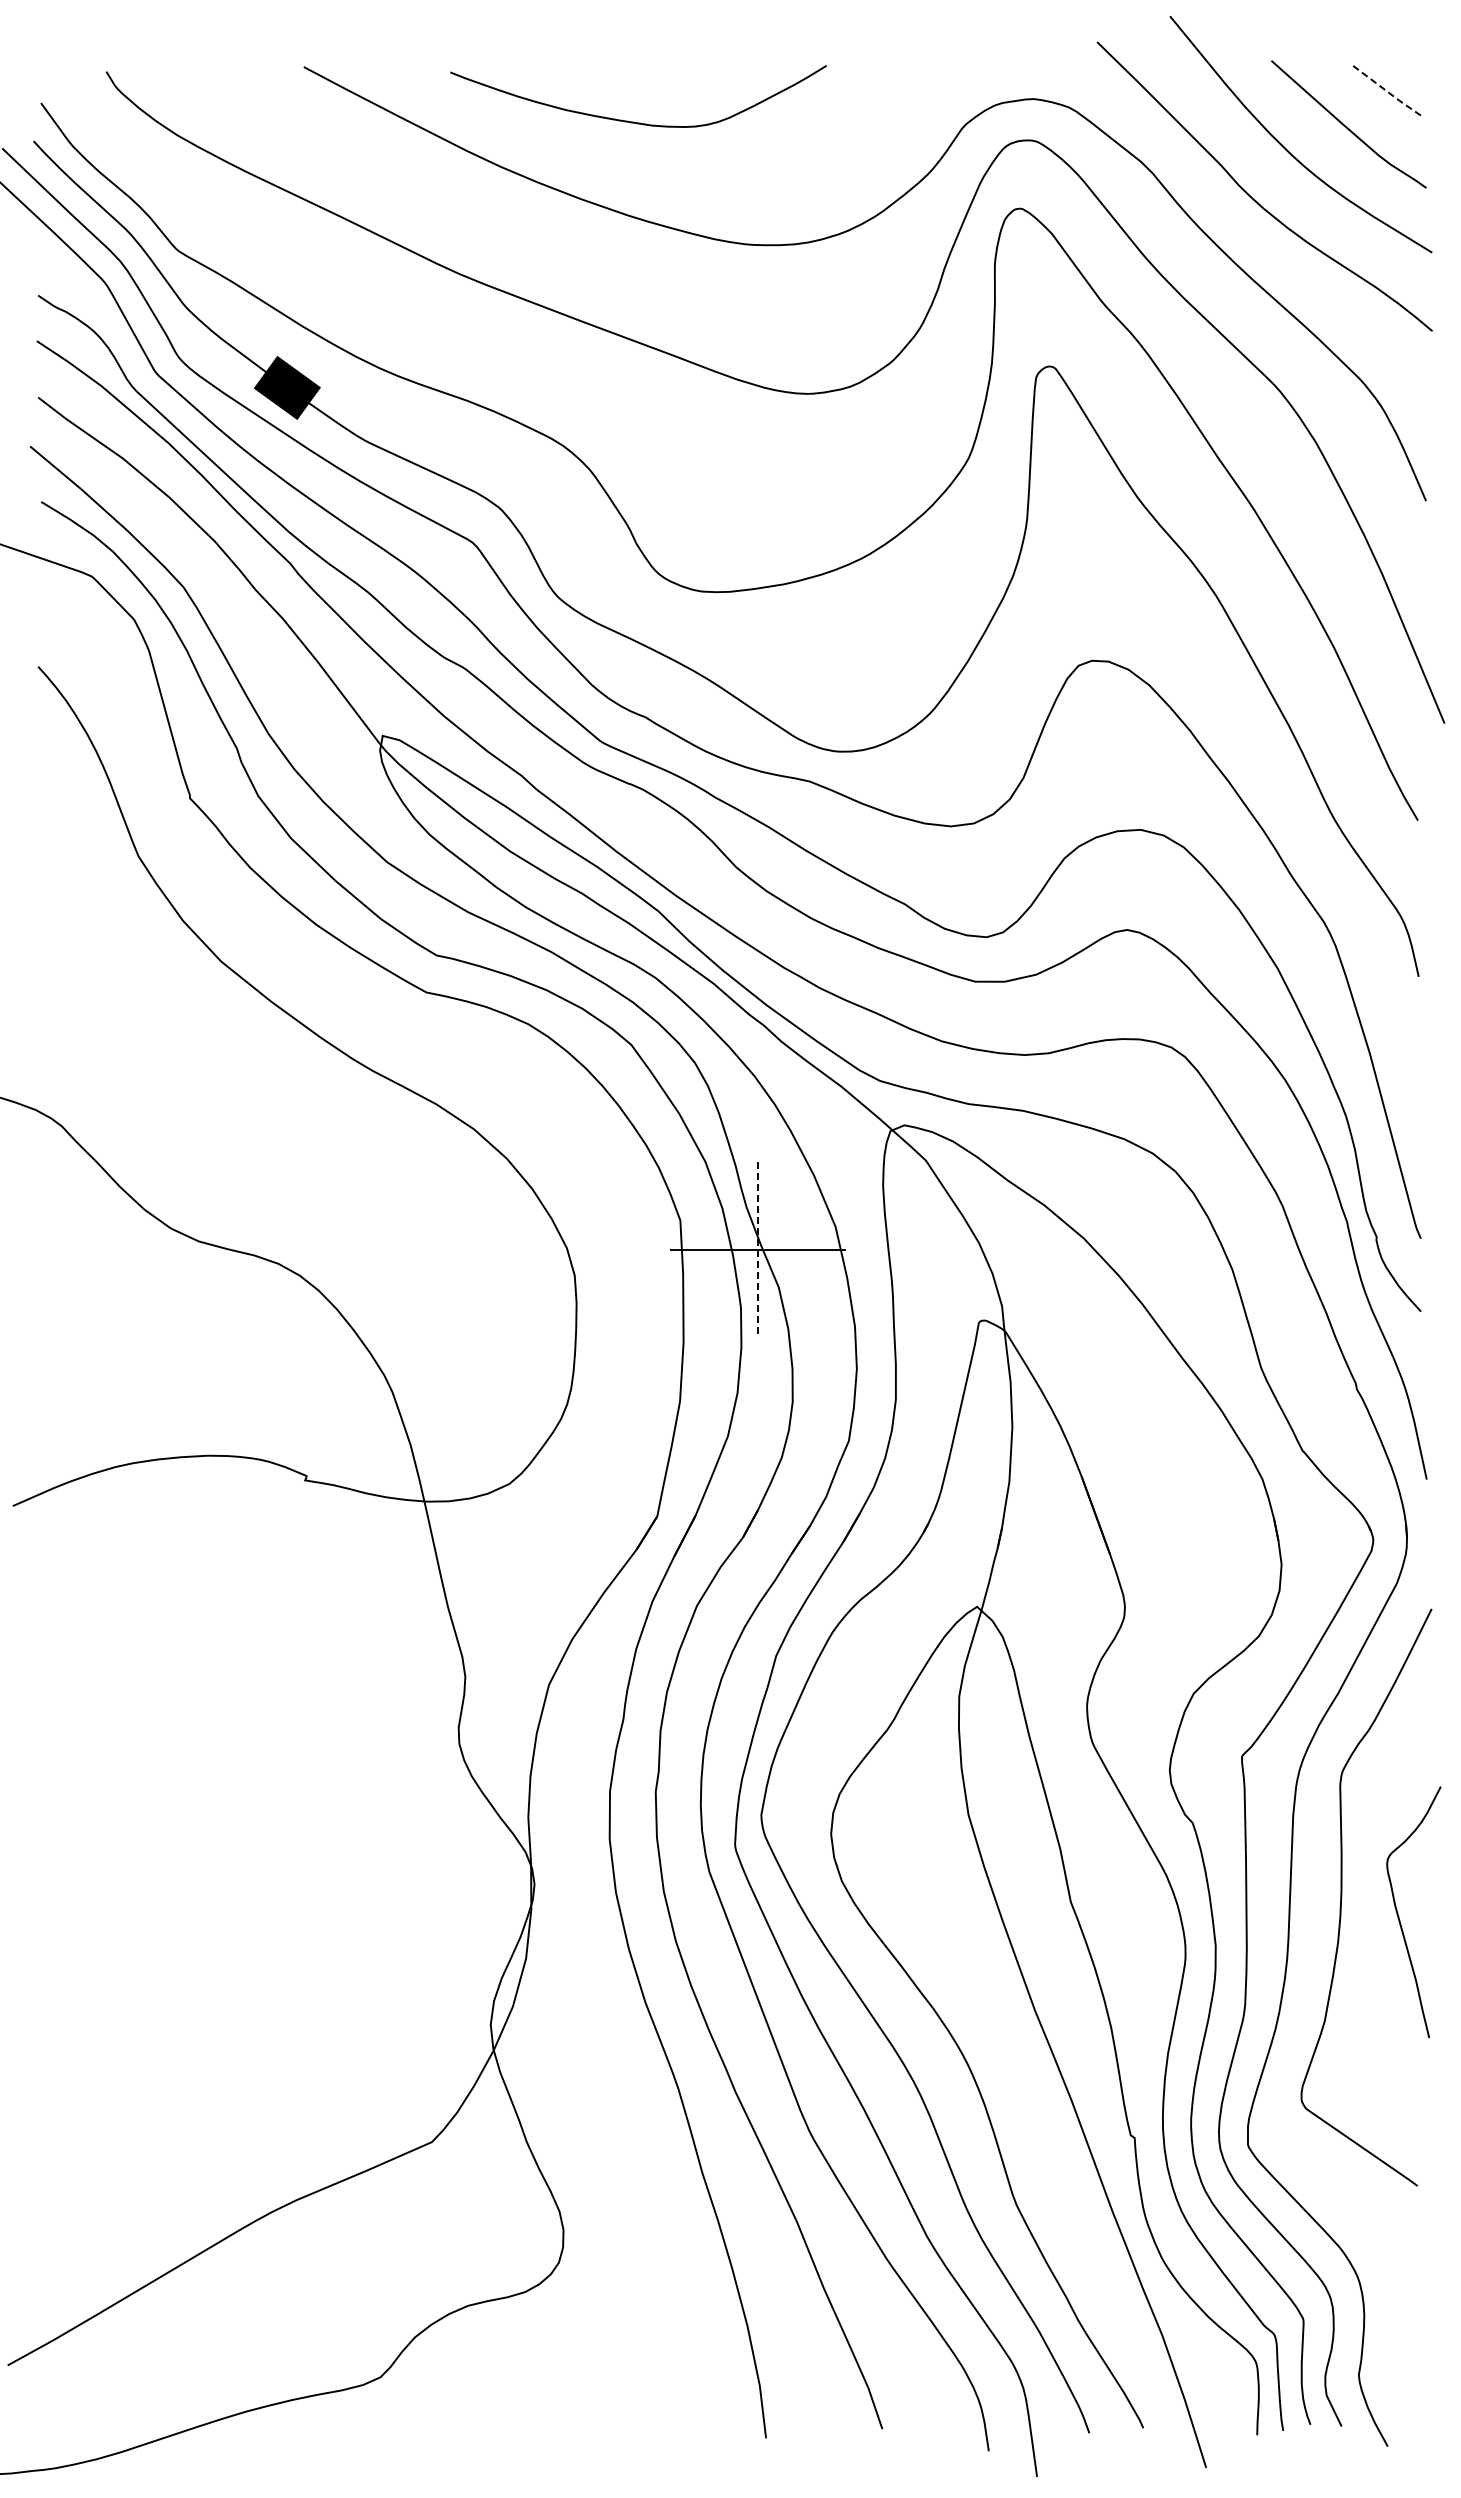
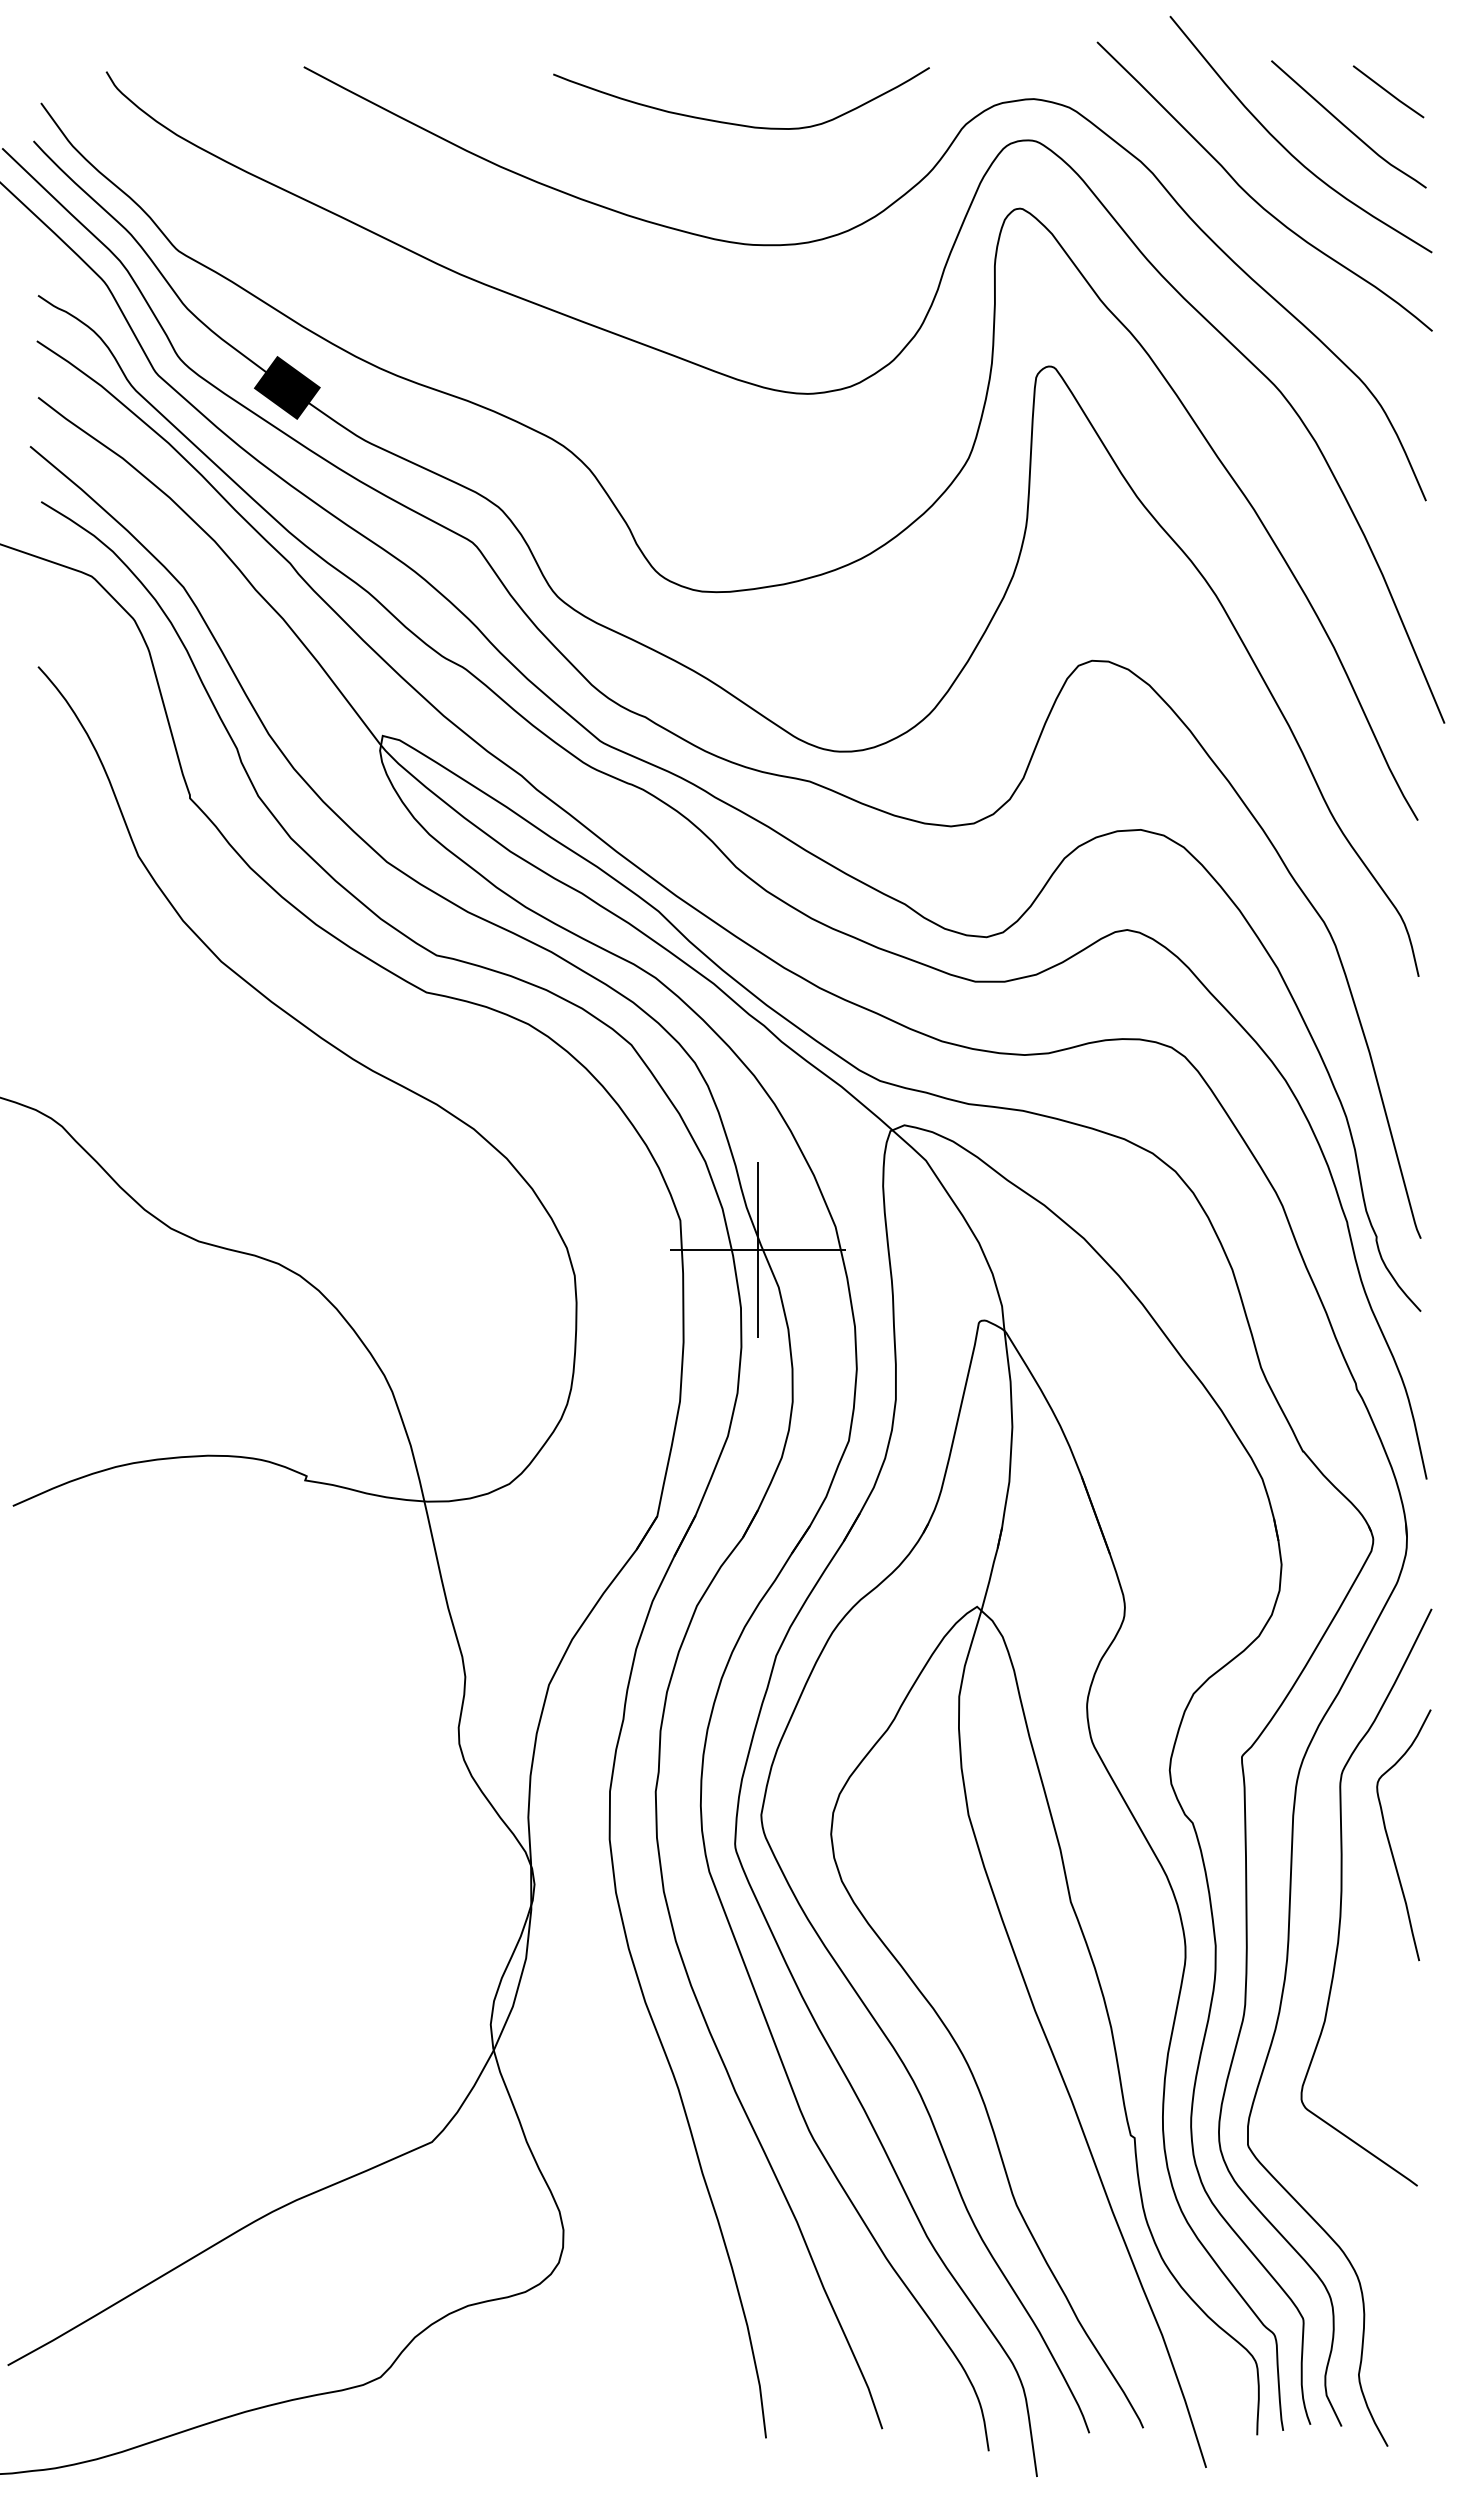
line at (1388, 92): dashed -> solid
curve at (634, 121) position: (634, 121) -> (737, 123)
line at (757, 1250): dashed -> solid
curve at (1399, 1916) position: (1399, 1916) -> (1389, 1839)
